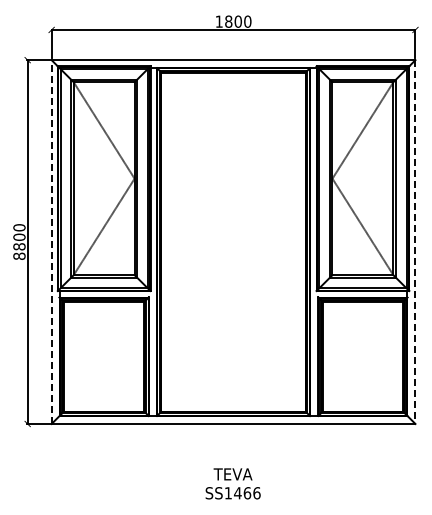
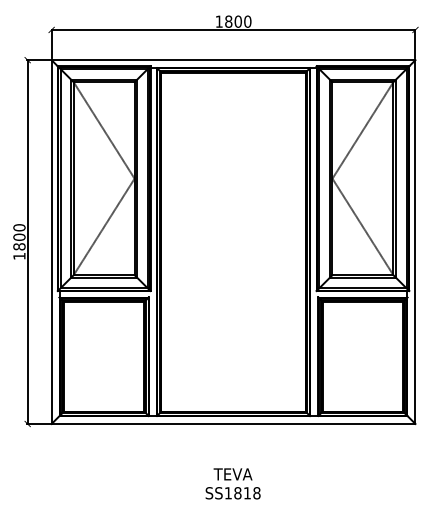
line at (51, 242): dashed -> solid
line at (415, 242): dashed -> solid
text at (19, 255): 8800 -> 1800
text at (247, 493): SS1466 -> SS1818
